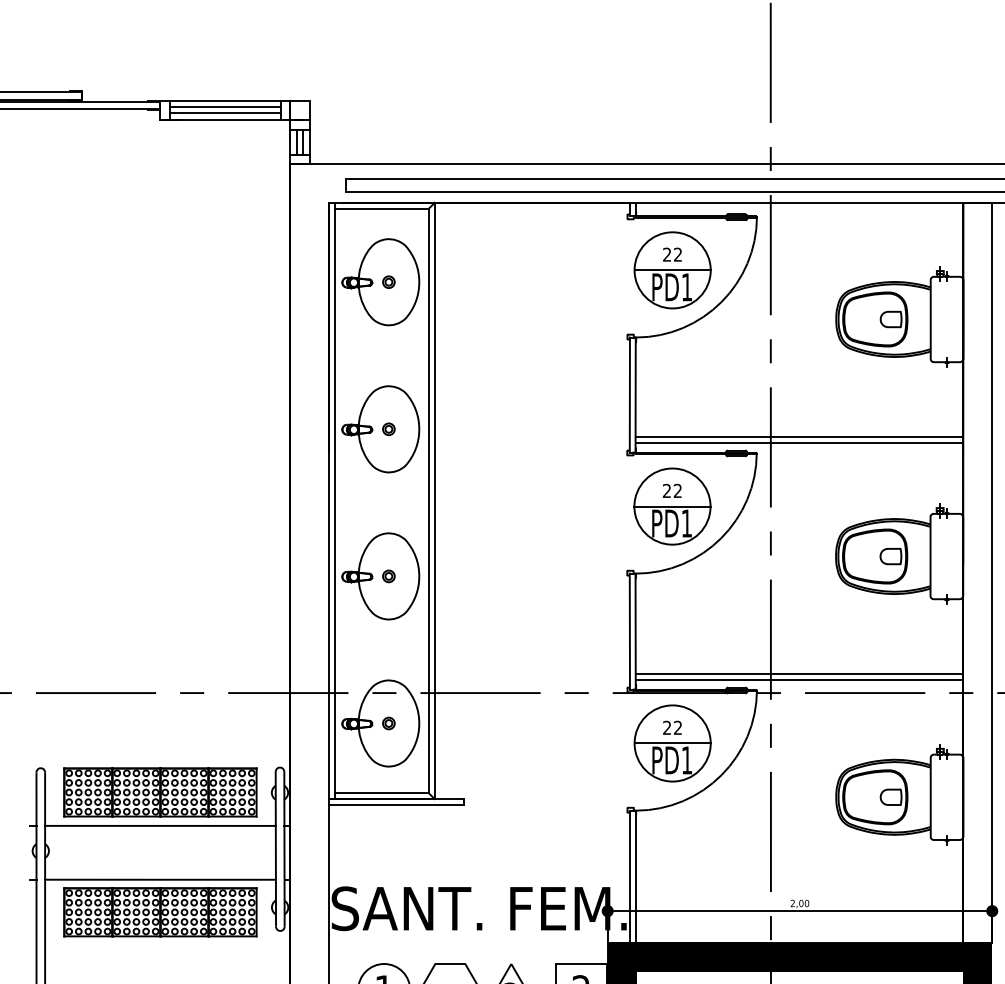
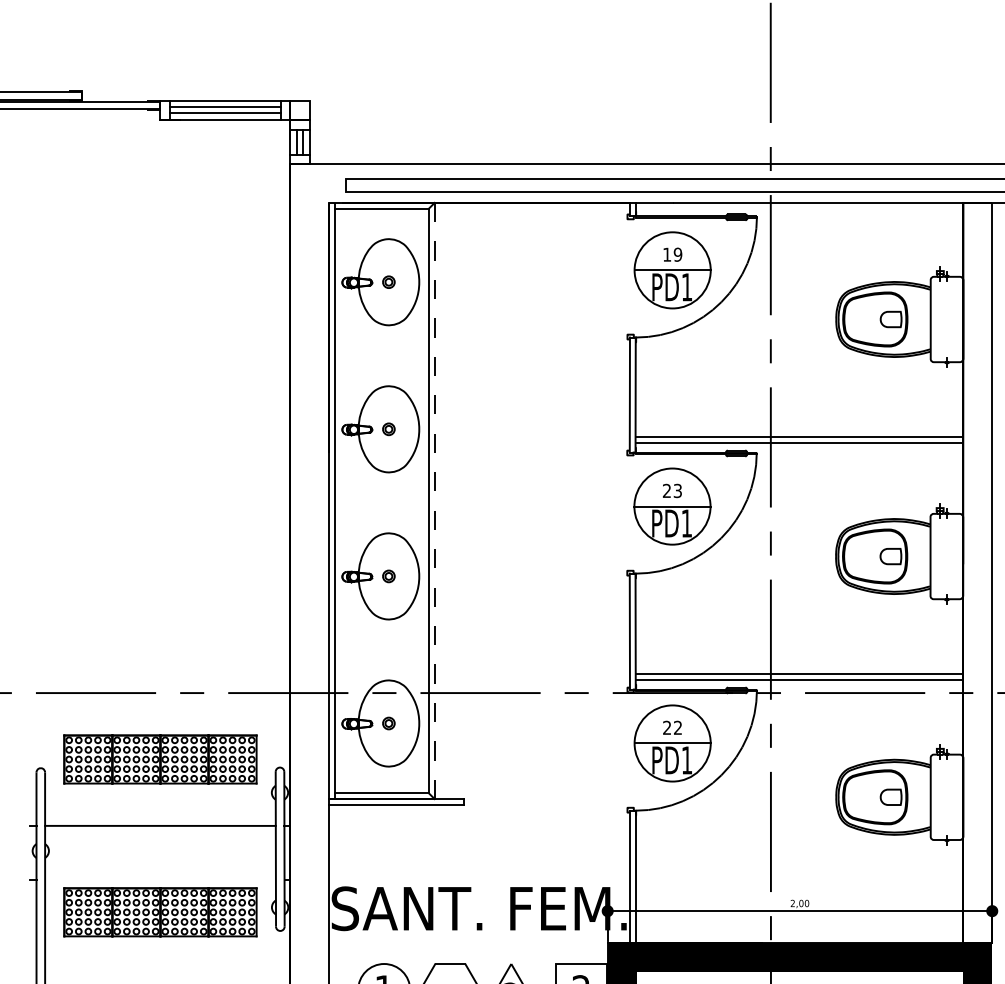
text at (672, 254): 22 -> 19
text at (677, 491): 22 -> 23
line at (434, 500): solid -> dashed
part at (160, 792) position: (160, 792) -> (160, 759)
line at (160, 879): present -> none
